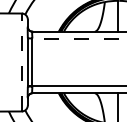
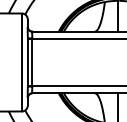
line at (76, 39): dashed -> solid
line at (21, 62): dashed -> solid
